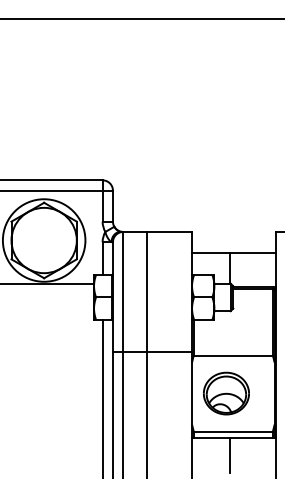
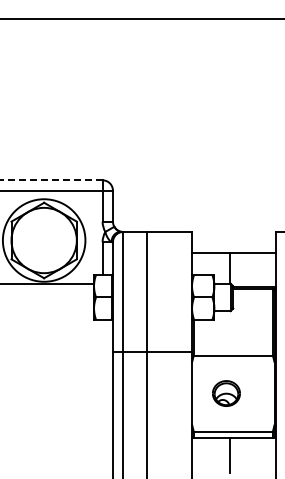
line at (51, 180): solid -> dashed
part at (226, 393) size: 47x45 px -> 29x27 px
line at (102, 397): present -> none
